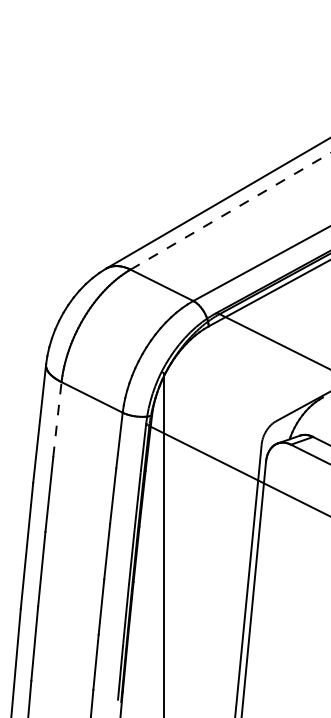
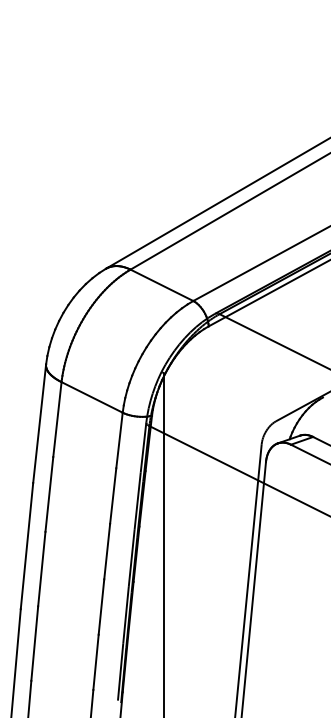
line at (230, 211): dashed -> solid
line at (57, 419): dashed -> solid
